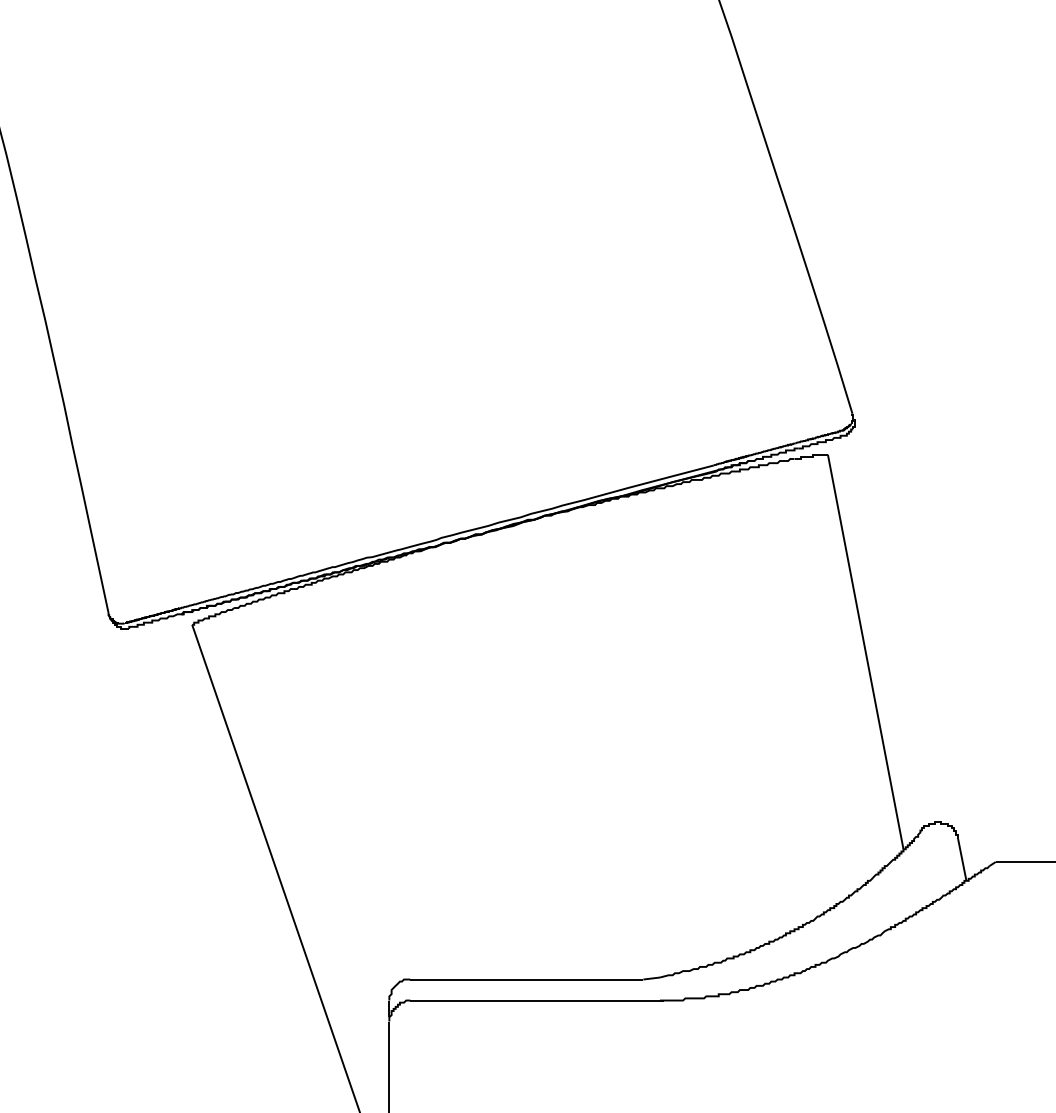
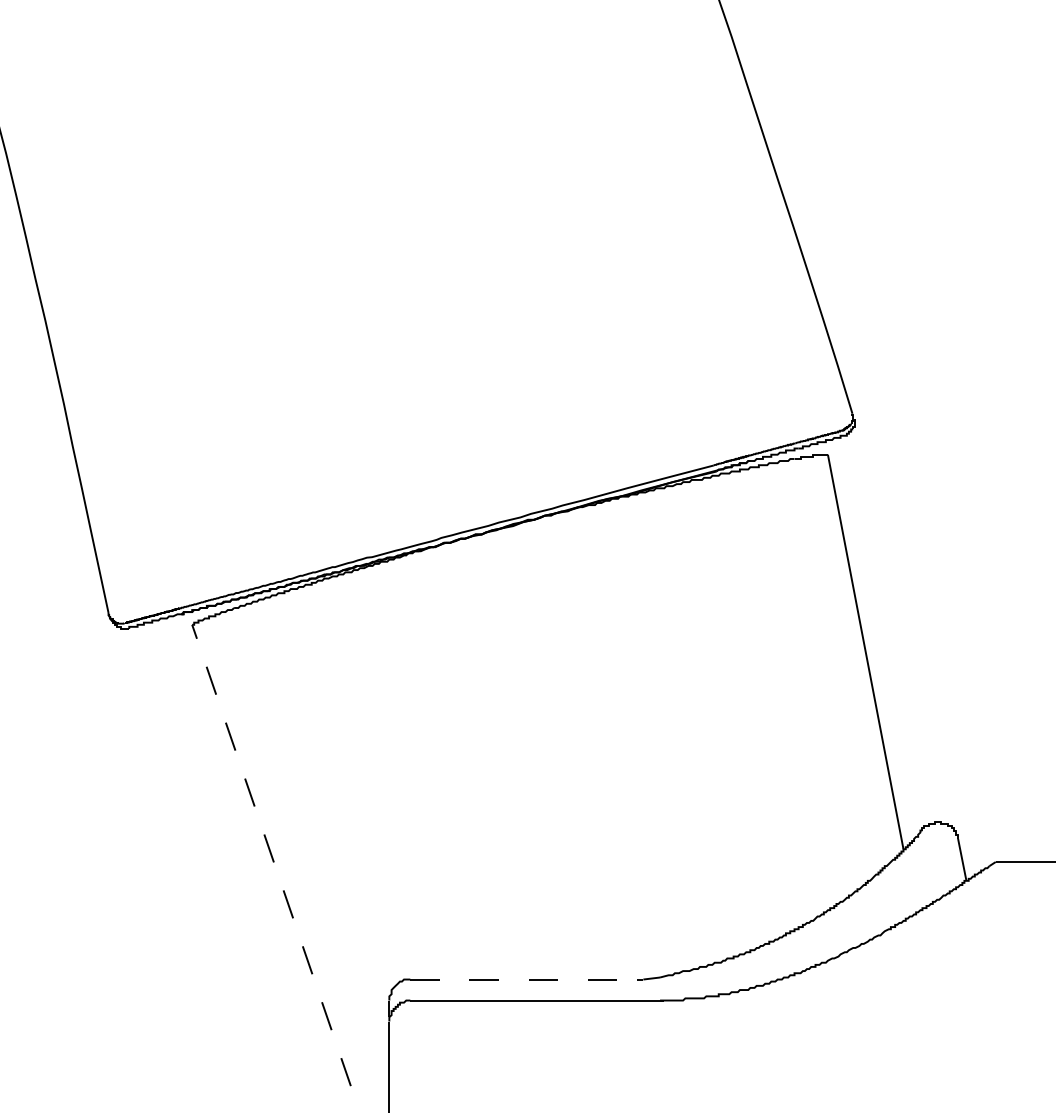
line at (275, 868): solid -> dashed
line at (524, 979): solid -> dashed
